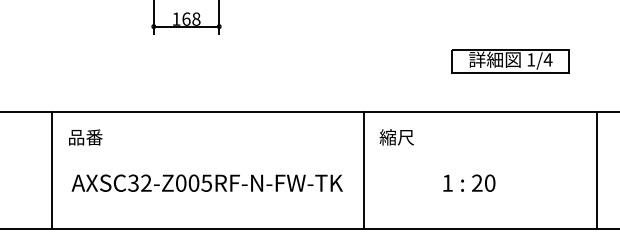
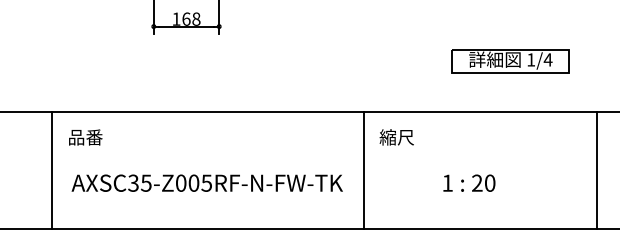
text at (145, 182): AXSC32-Z005RF-N-FW-TK -> AXSC35-Z005RF-N-FW-TK
